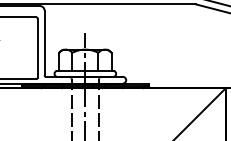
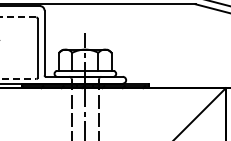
line at (18, 17): solid -> dashed
line at (18, 79): solid -> dashed
